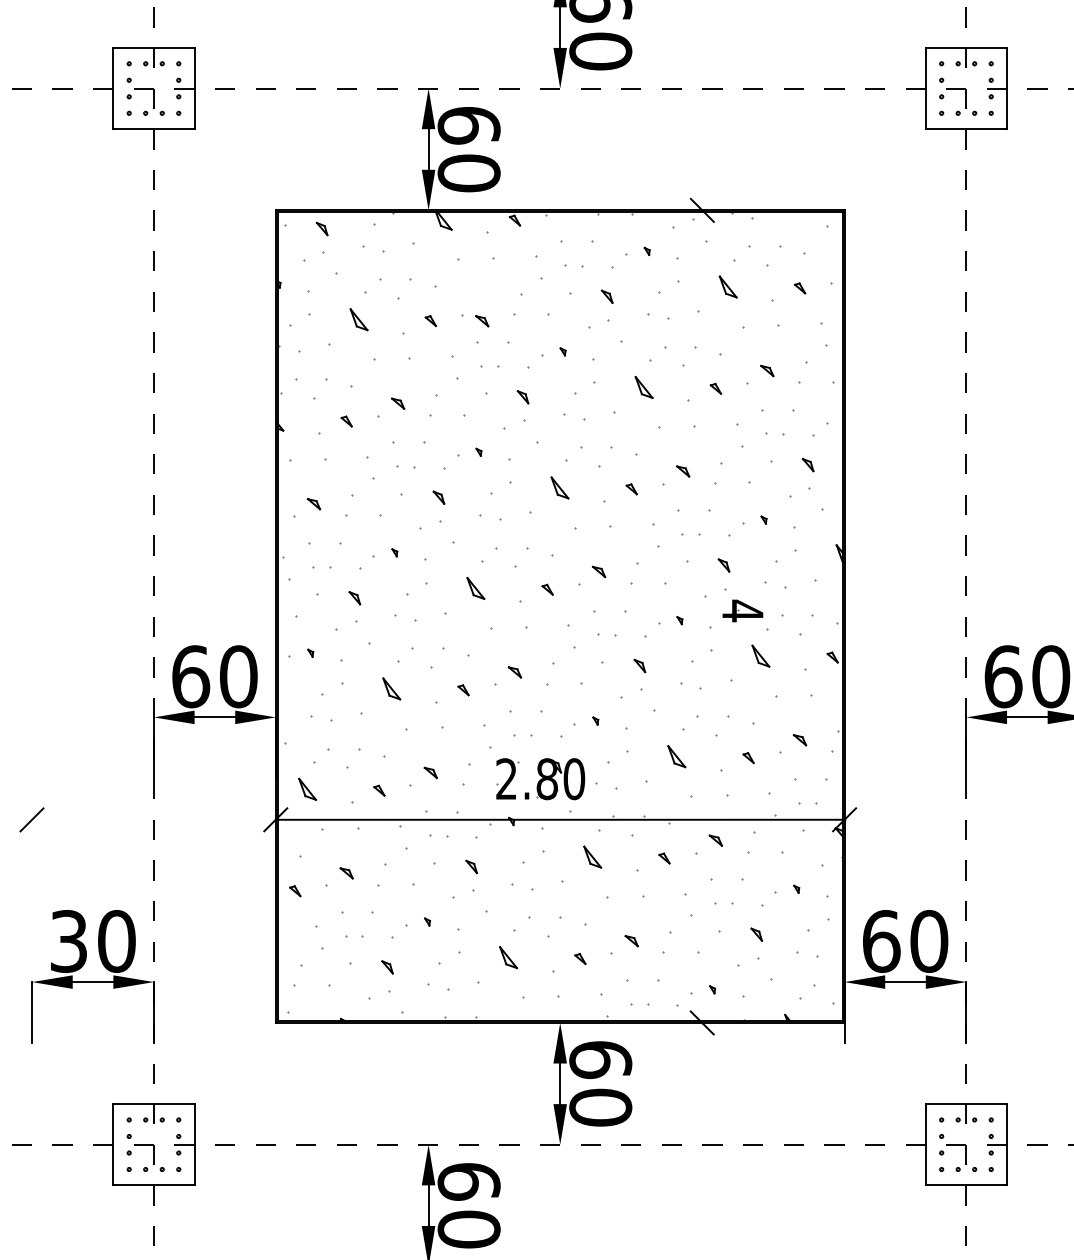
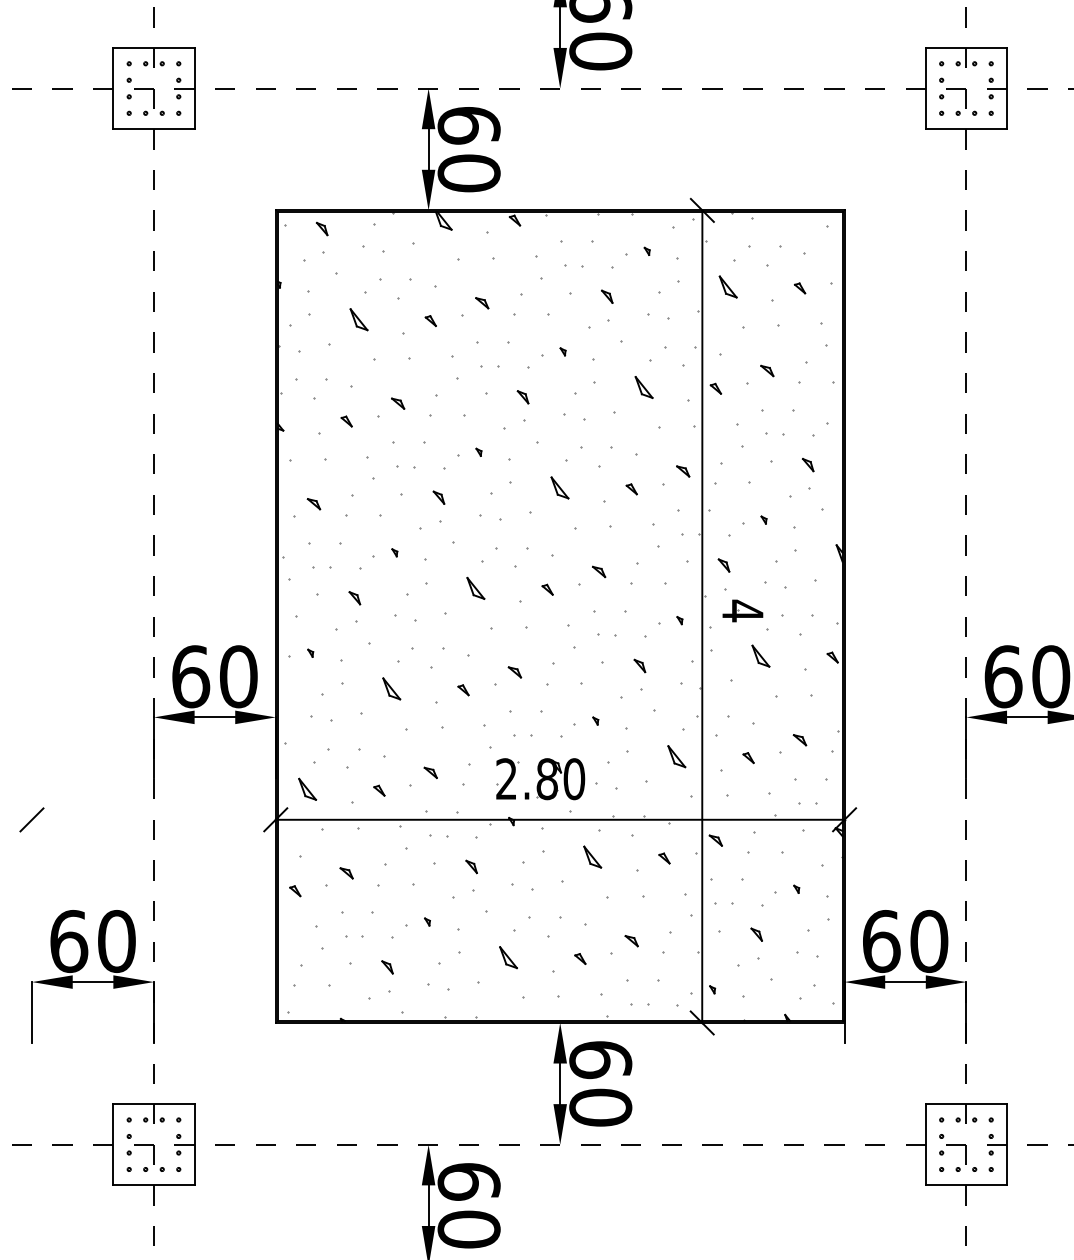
part at (482, 321) position: (482, 321) -> (482, 303)
line at (702, 616): none -> present
text at (69, 941): 30 -> 60
